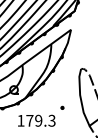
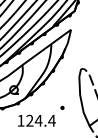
text at (40, 120): 179.3 -> 124.4
